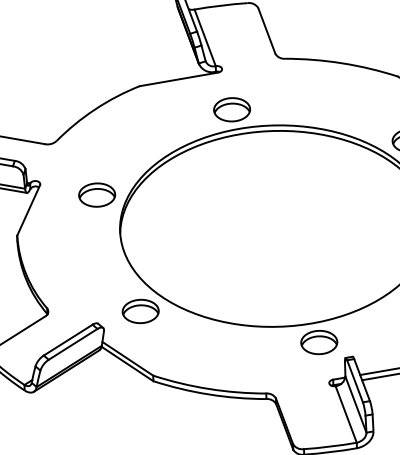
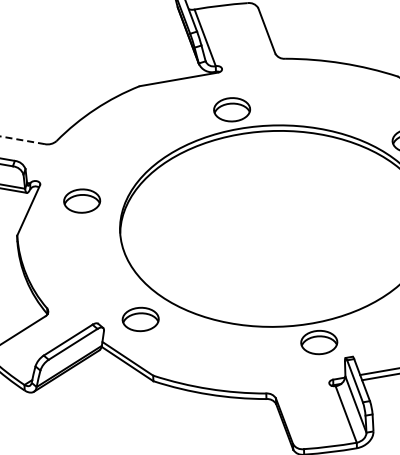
line at (22, 140): solid -> dashed
part at (97, 194) position: (97, 194) -> (82, 200)
part at (140, 311) position: (140, 311) -> (140, 319)
